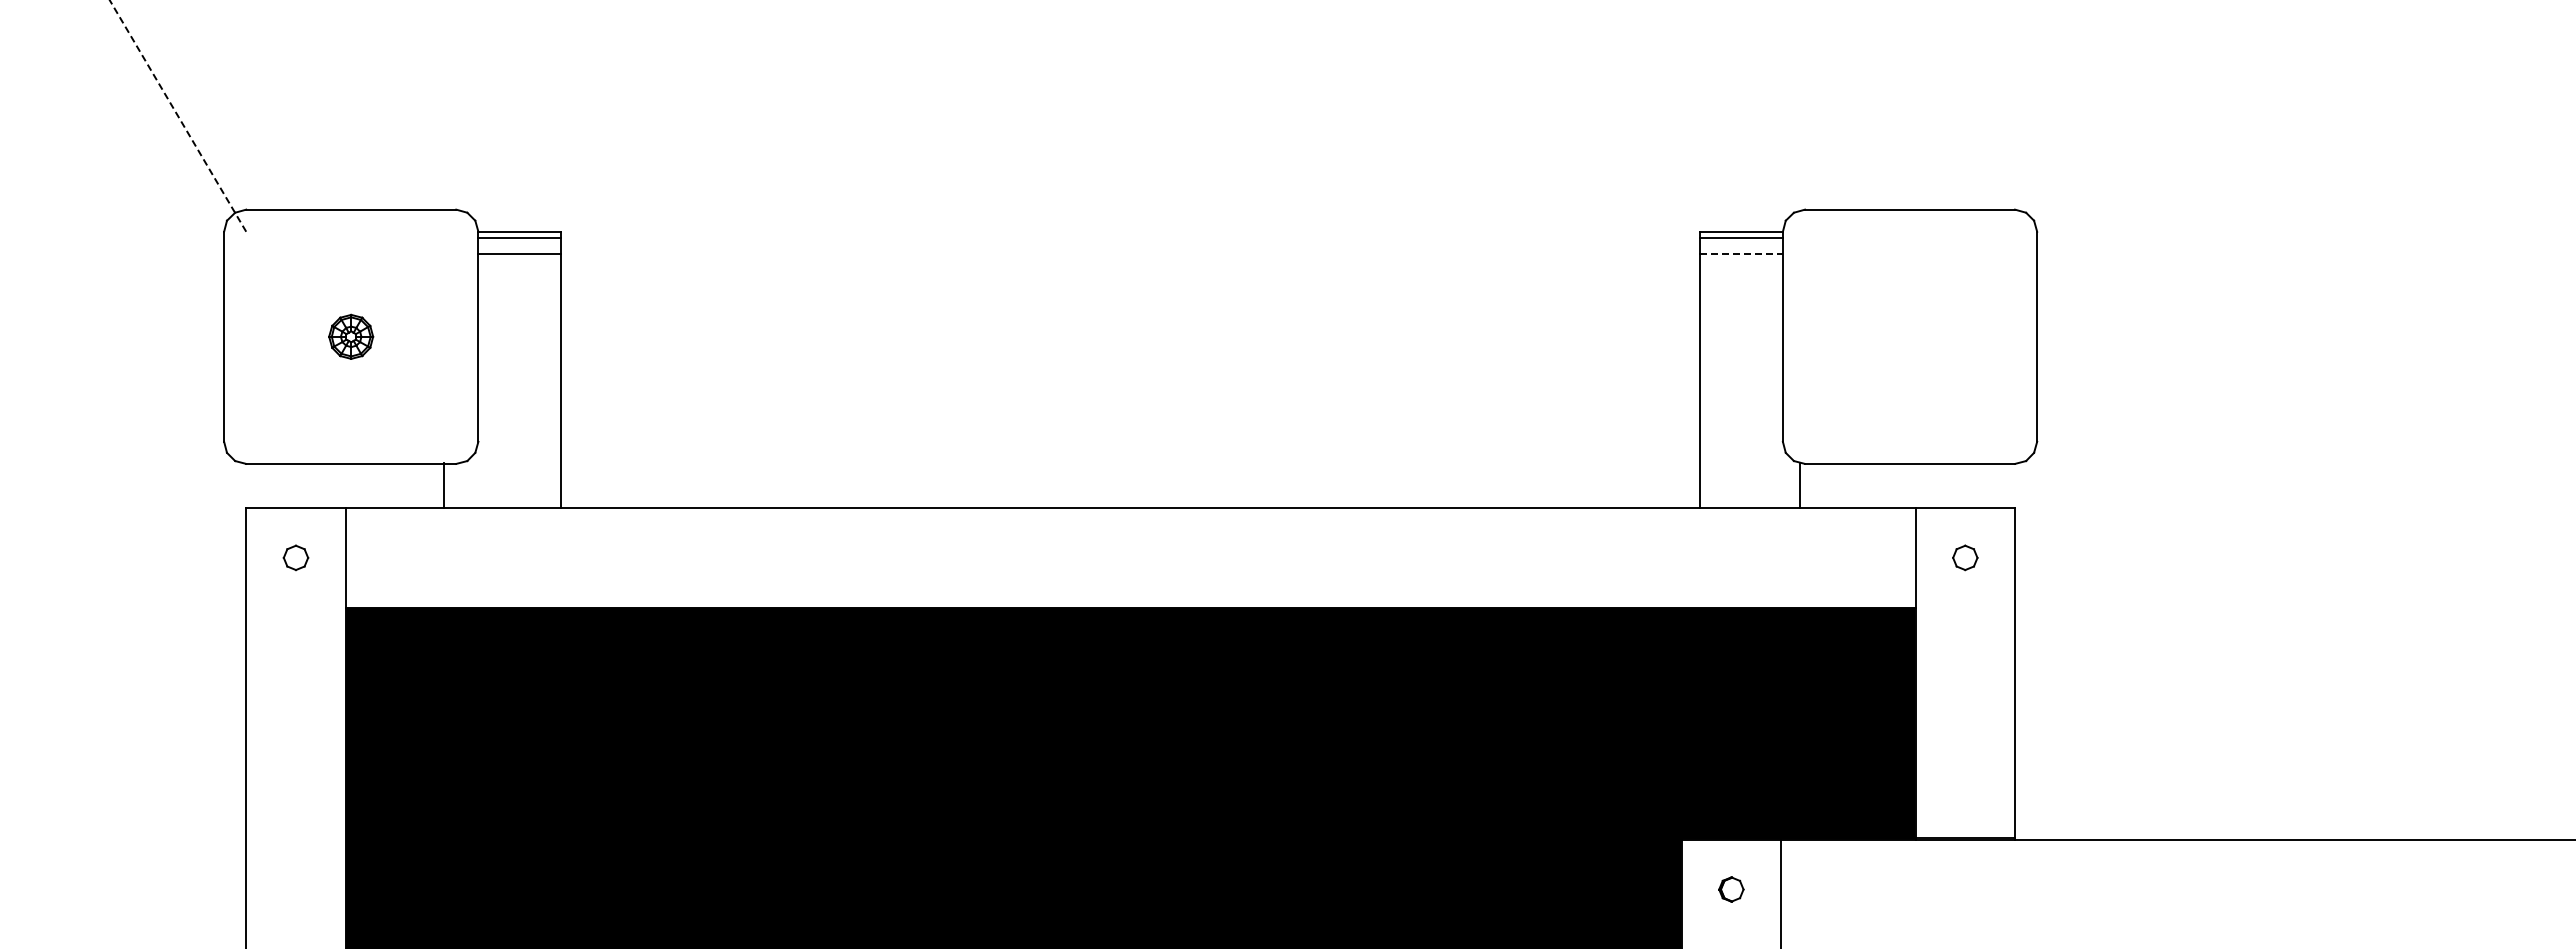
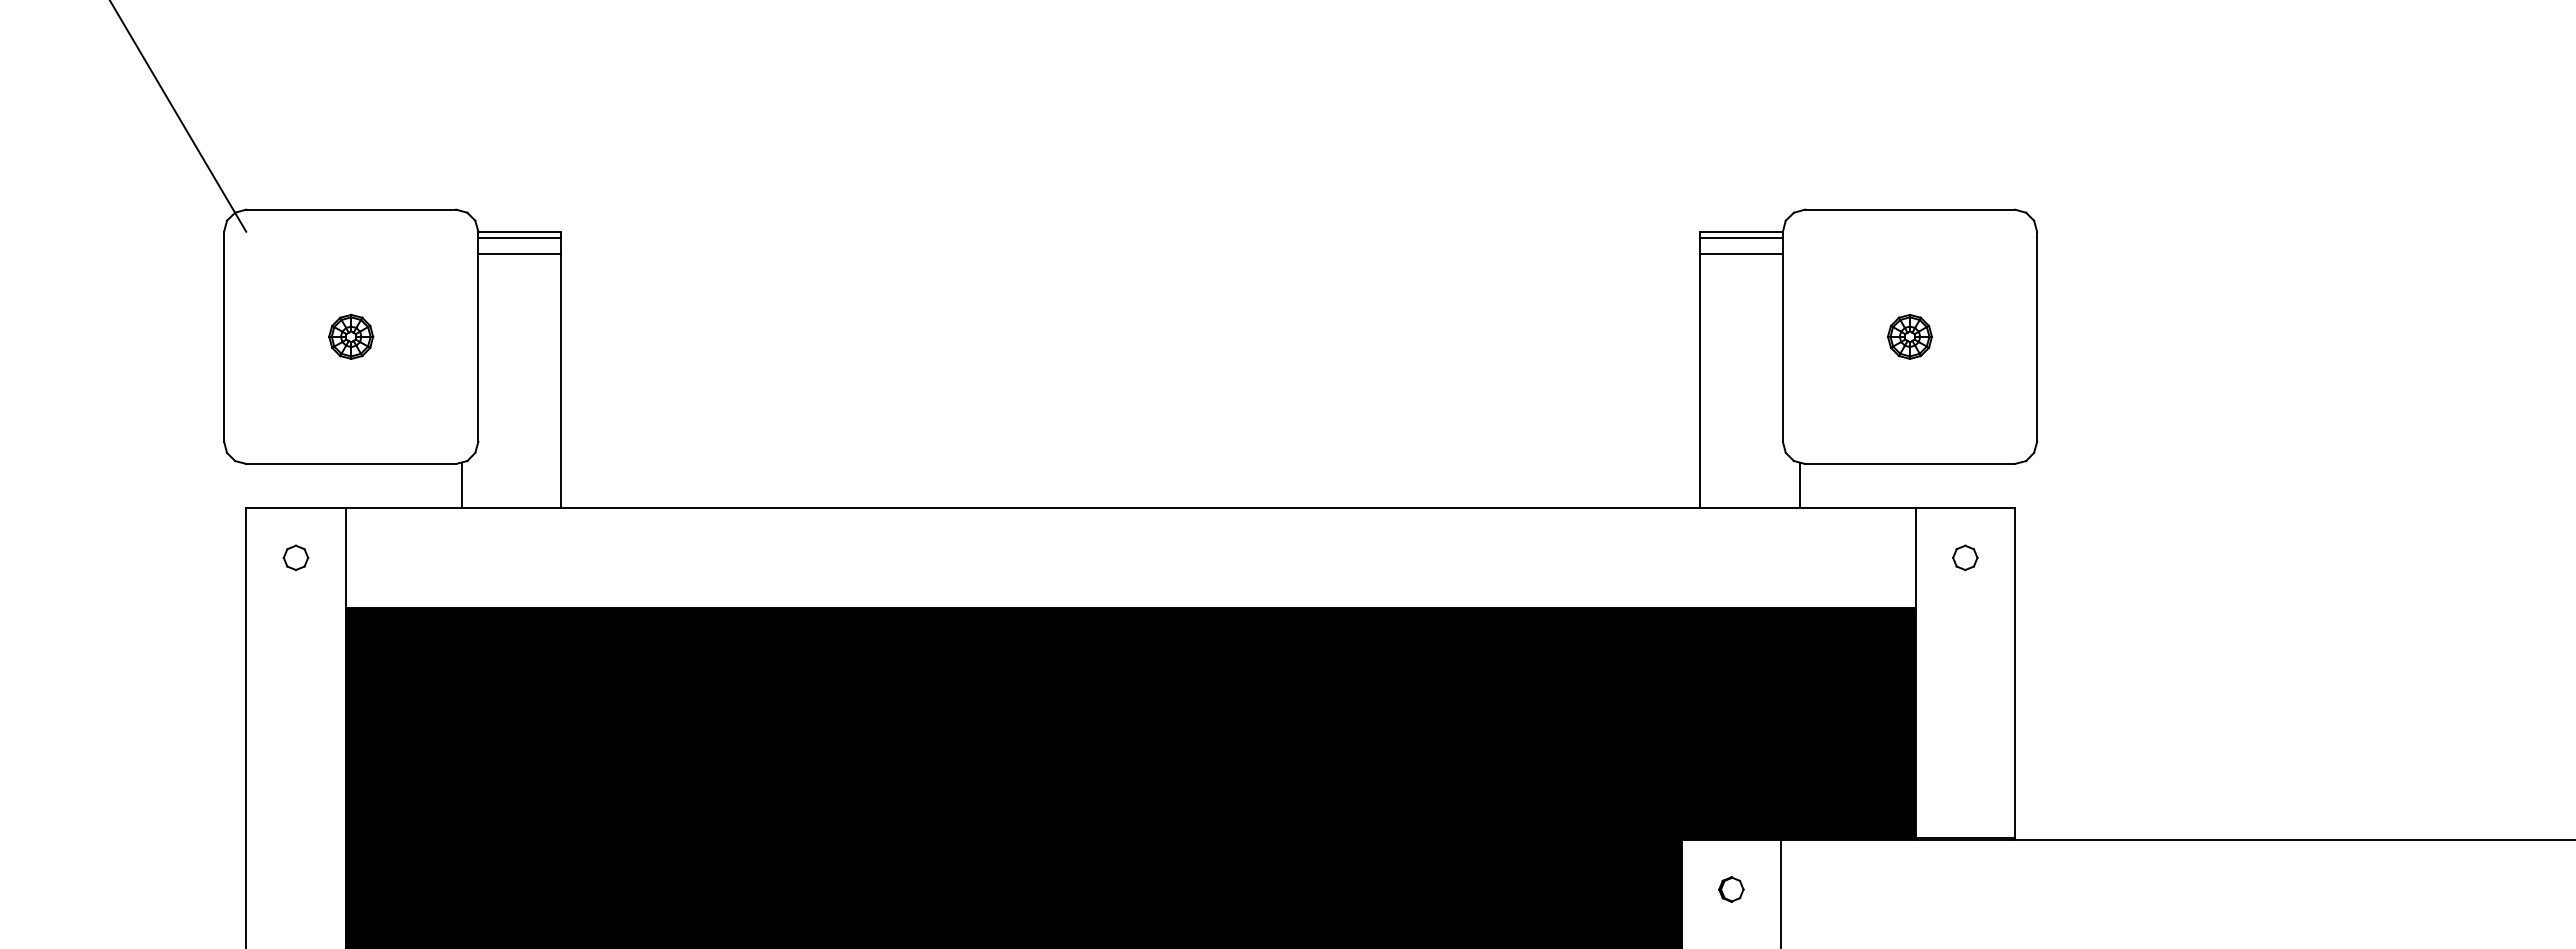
line at (177, 115): dashed -> solid
line at (1741, 253): dashed -> solid
part at (1909, 336): none -> present
line at (443, 485) position: (443, 485) -> (461, 485)
